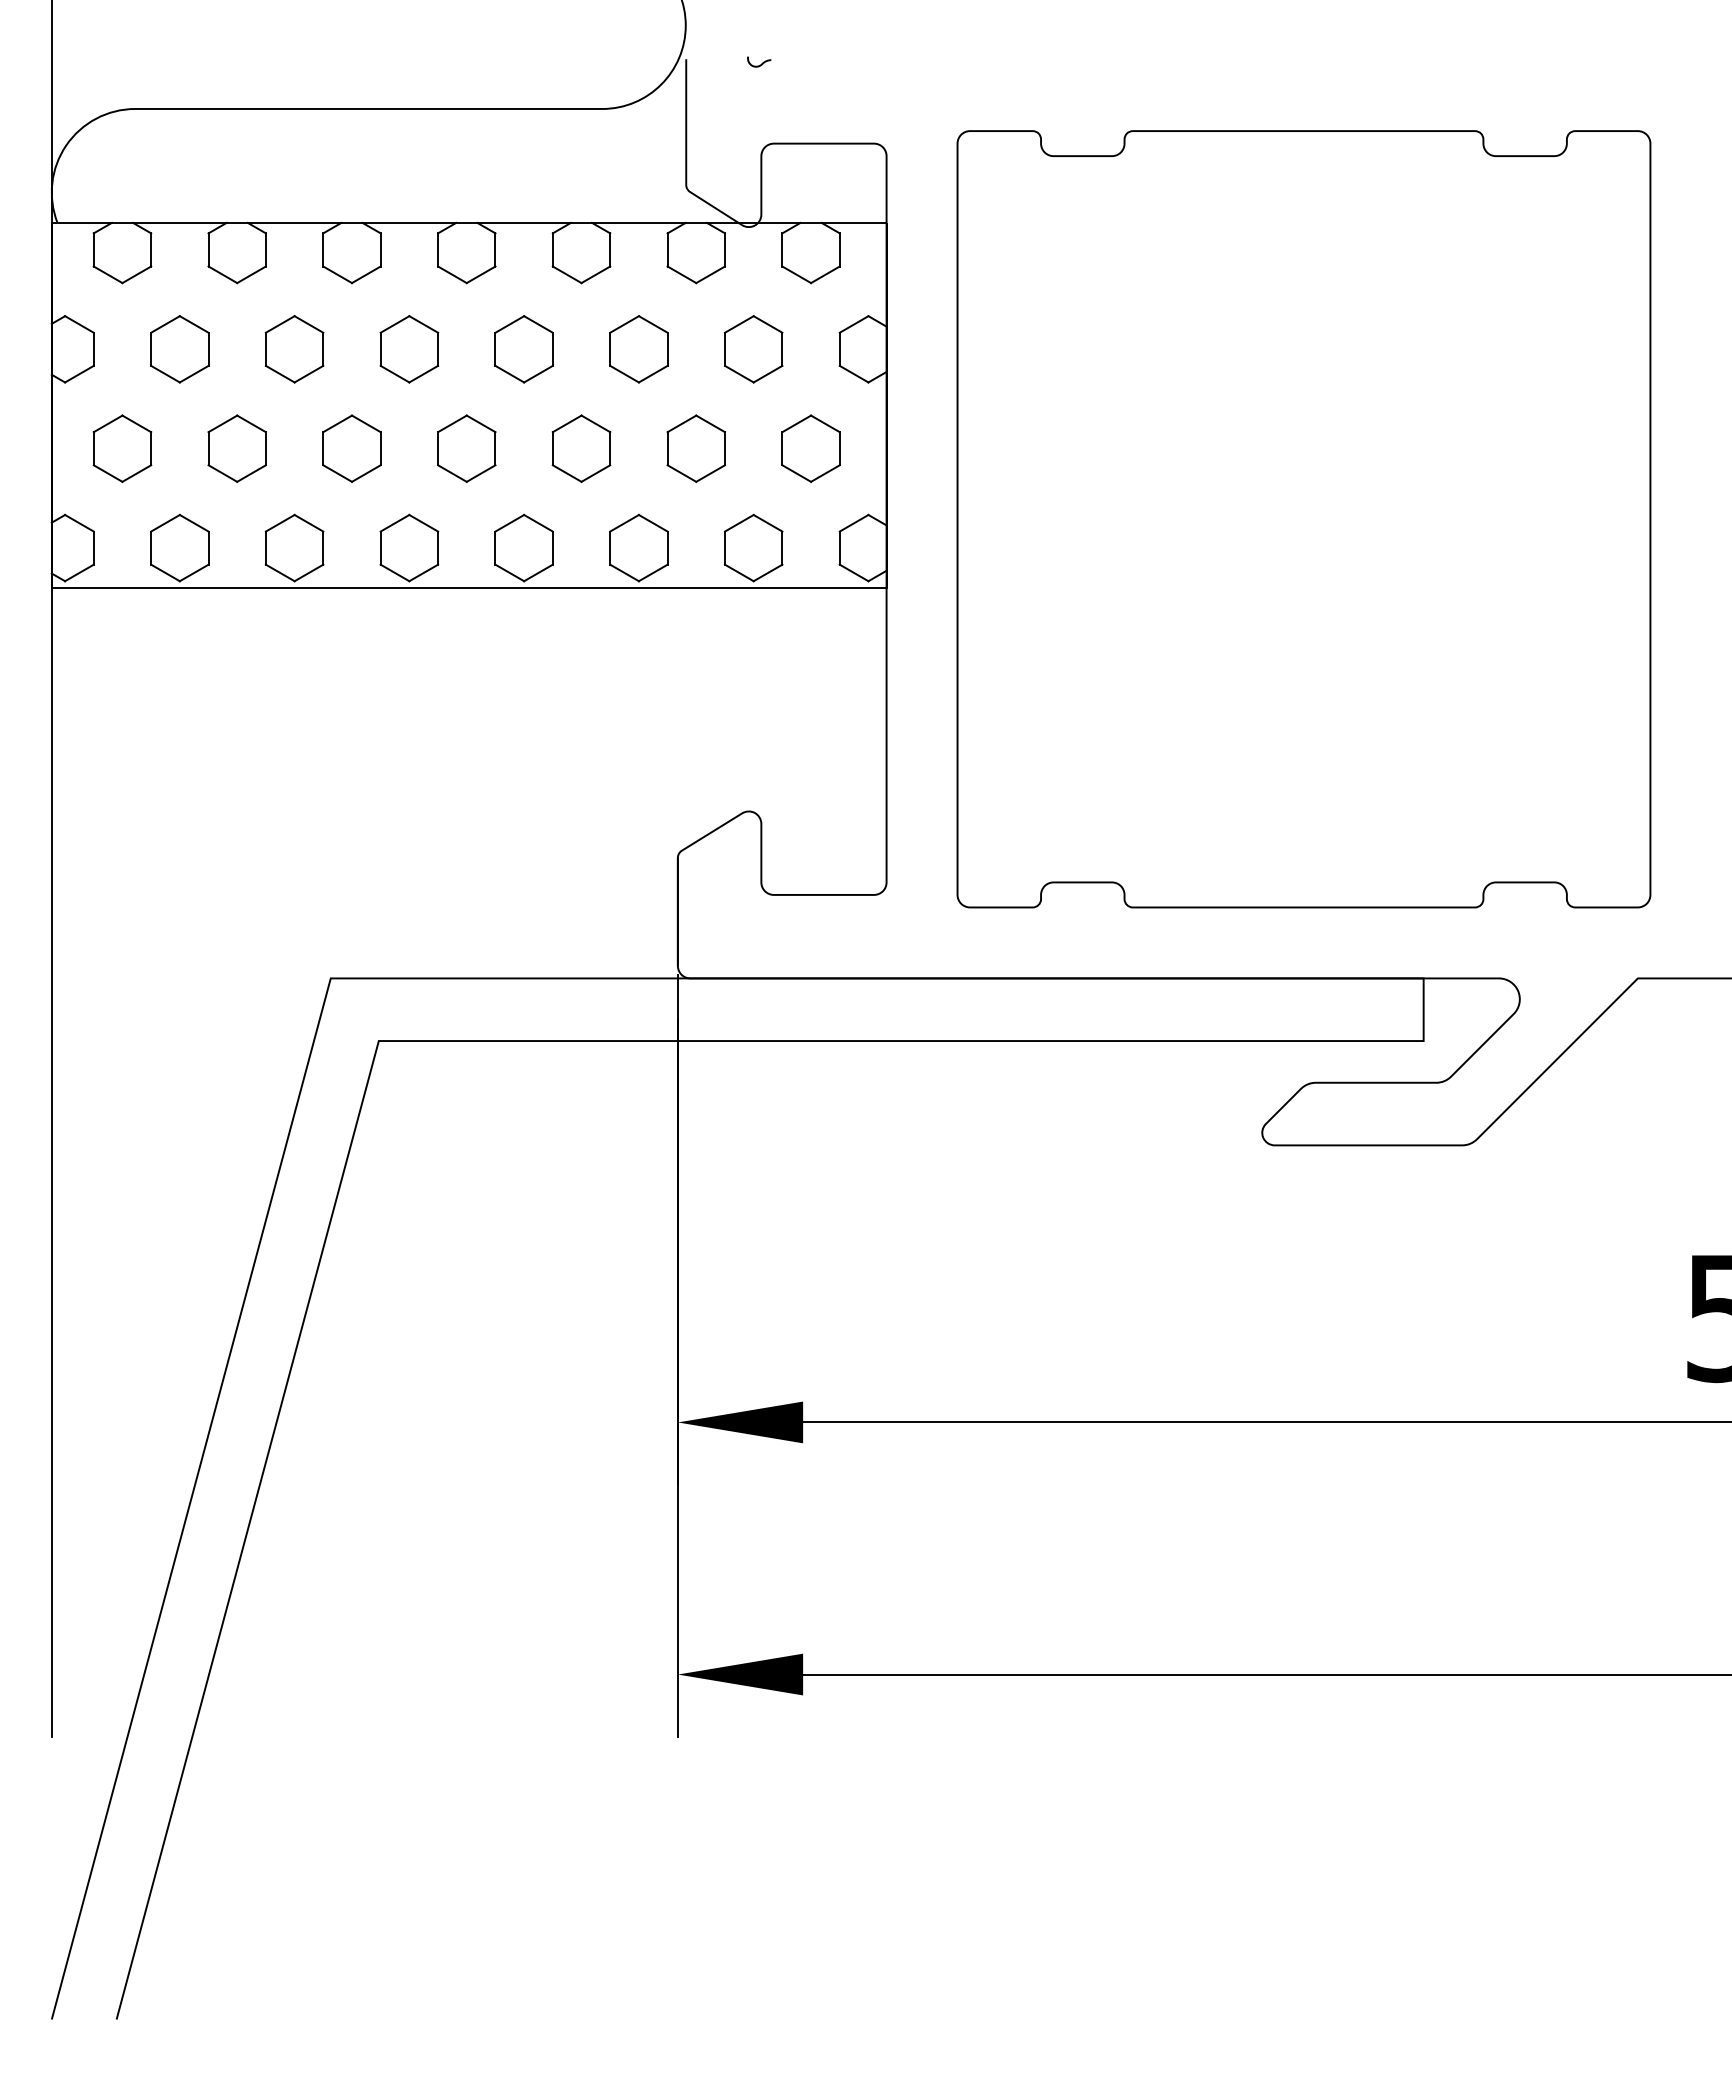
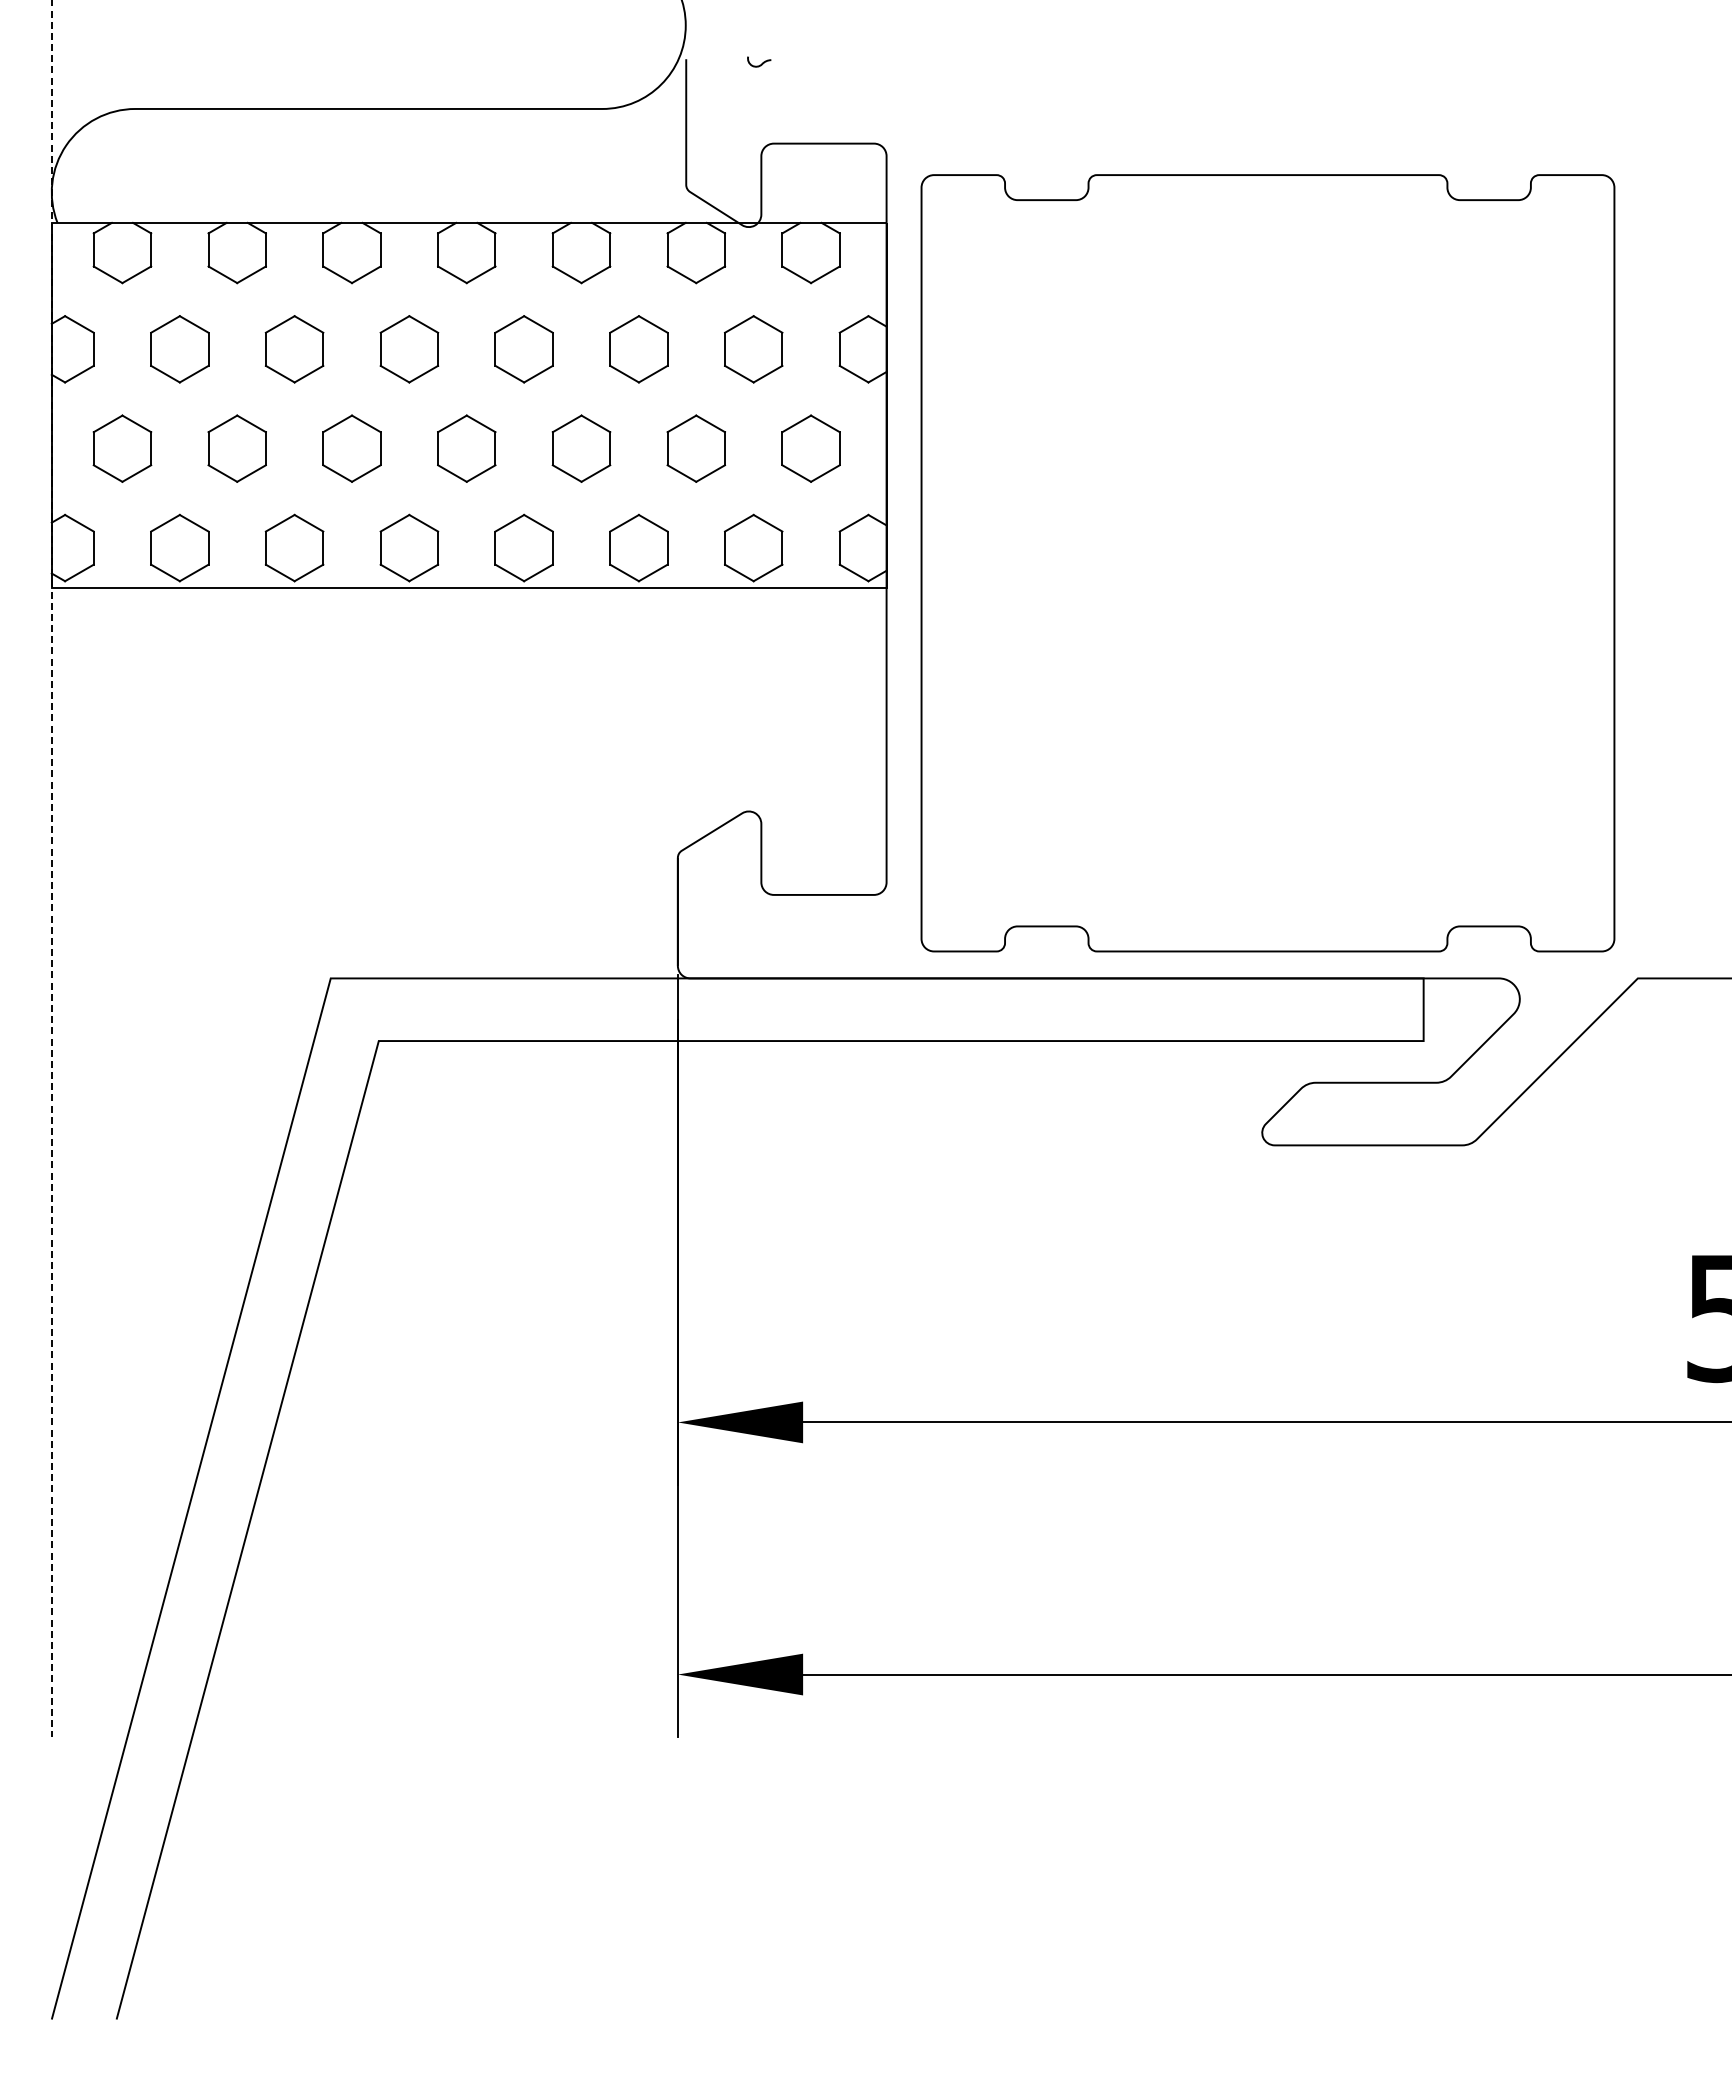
part at (1303, 519) position: (1303, 519) -> (1267, 563)
line at (51, 869): solid -> dashed
